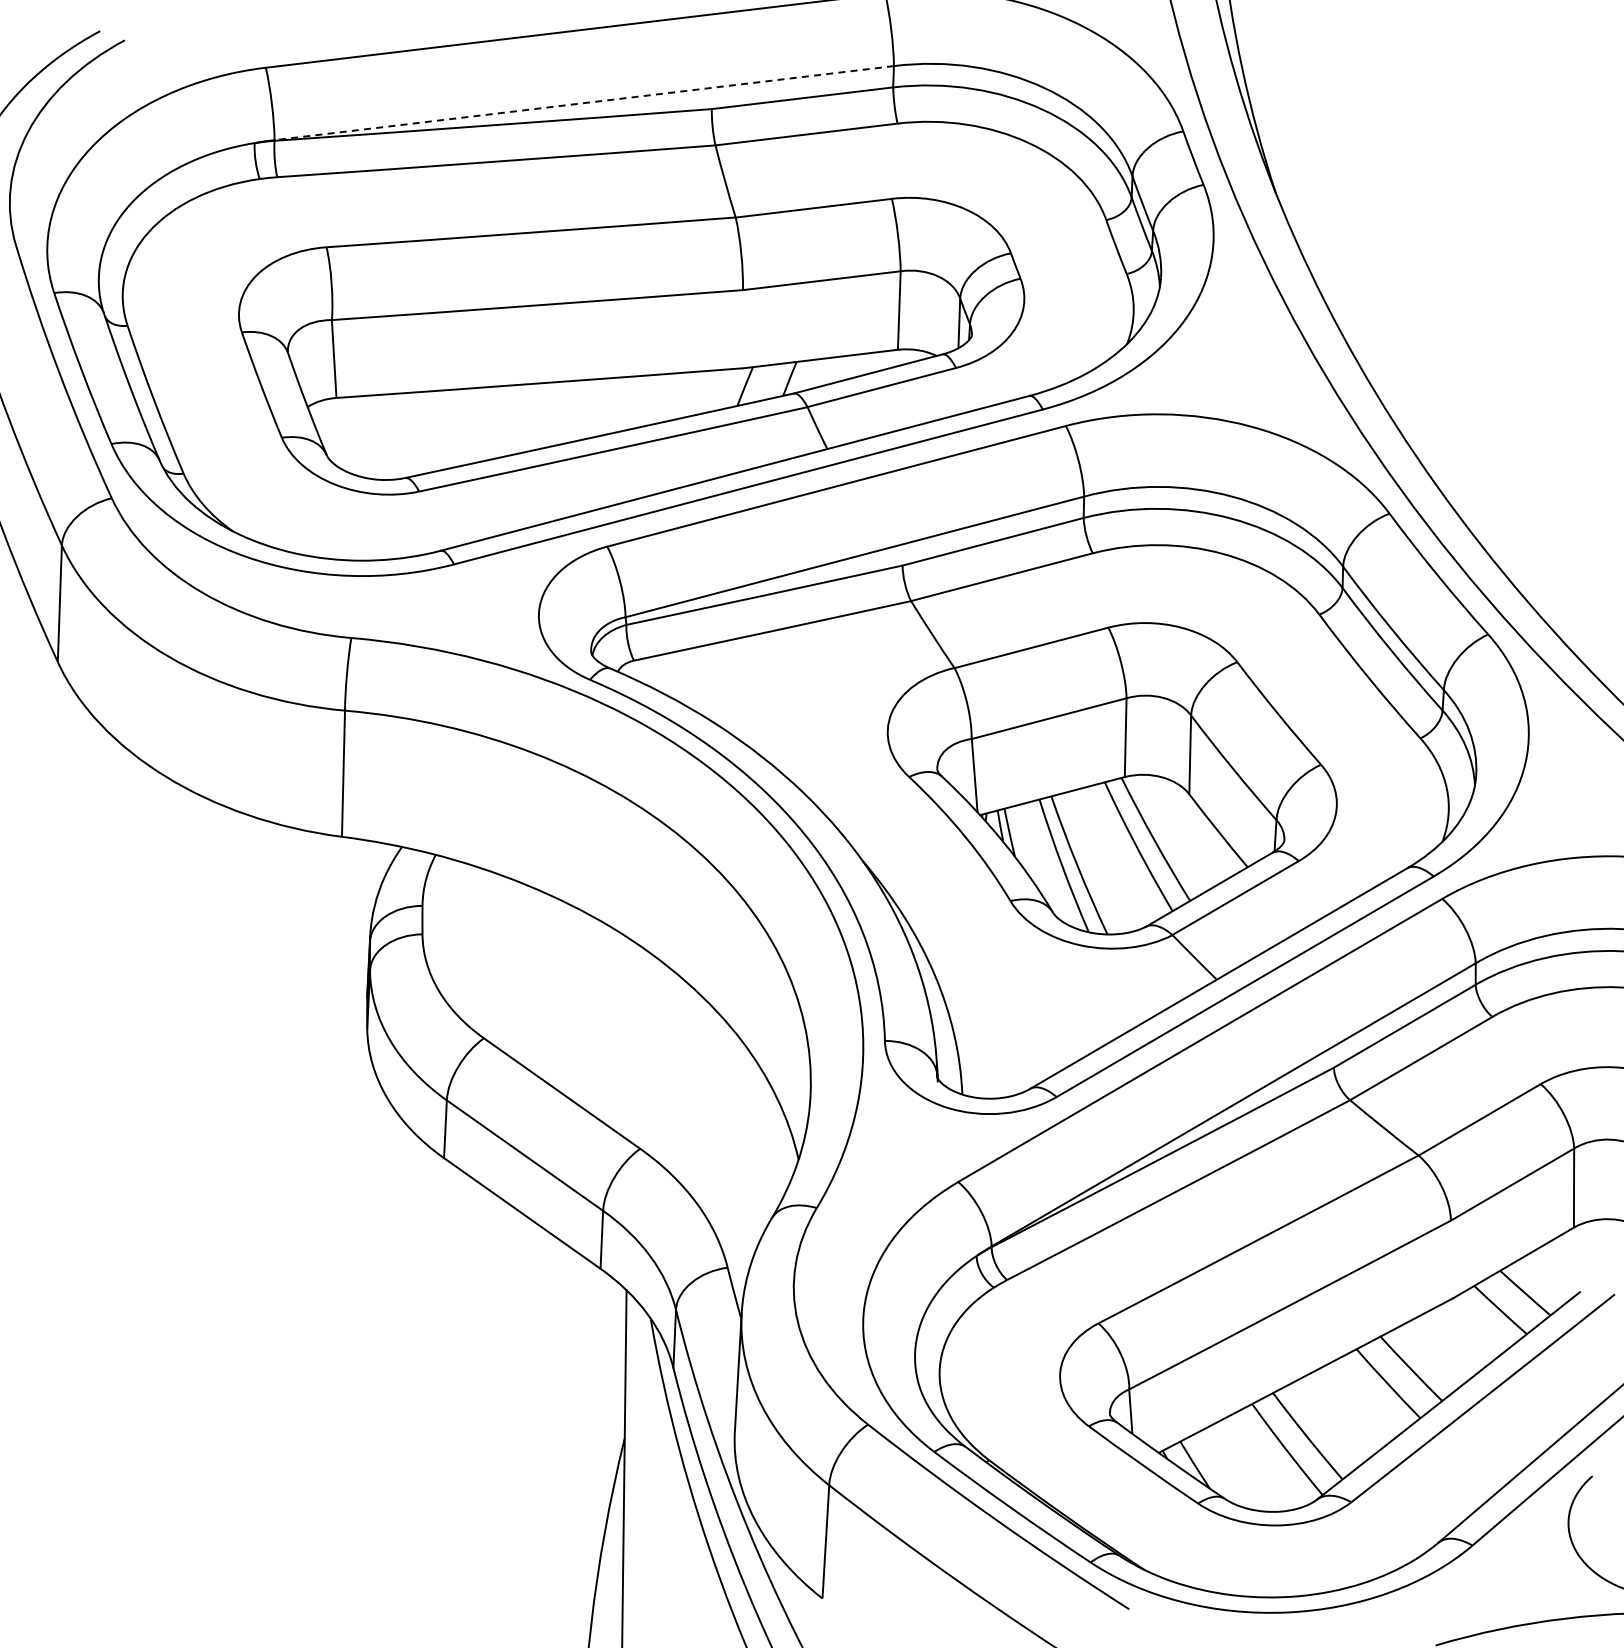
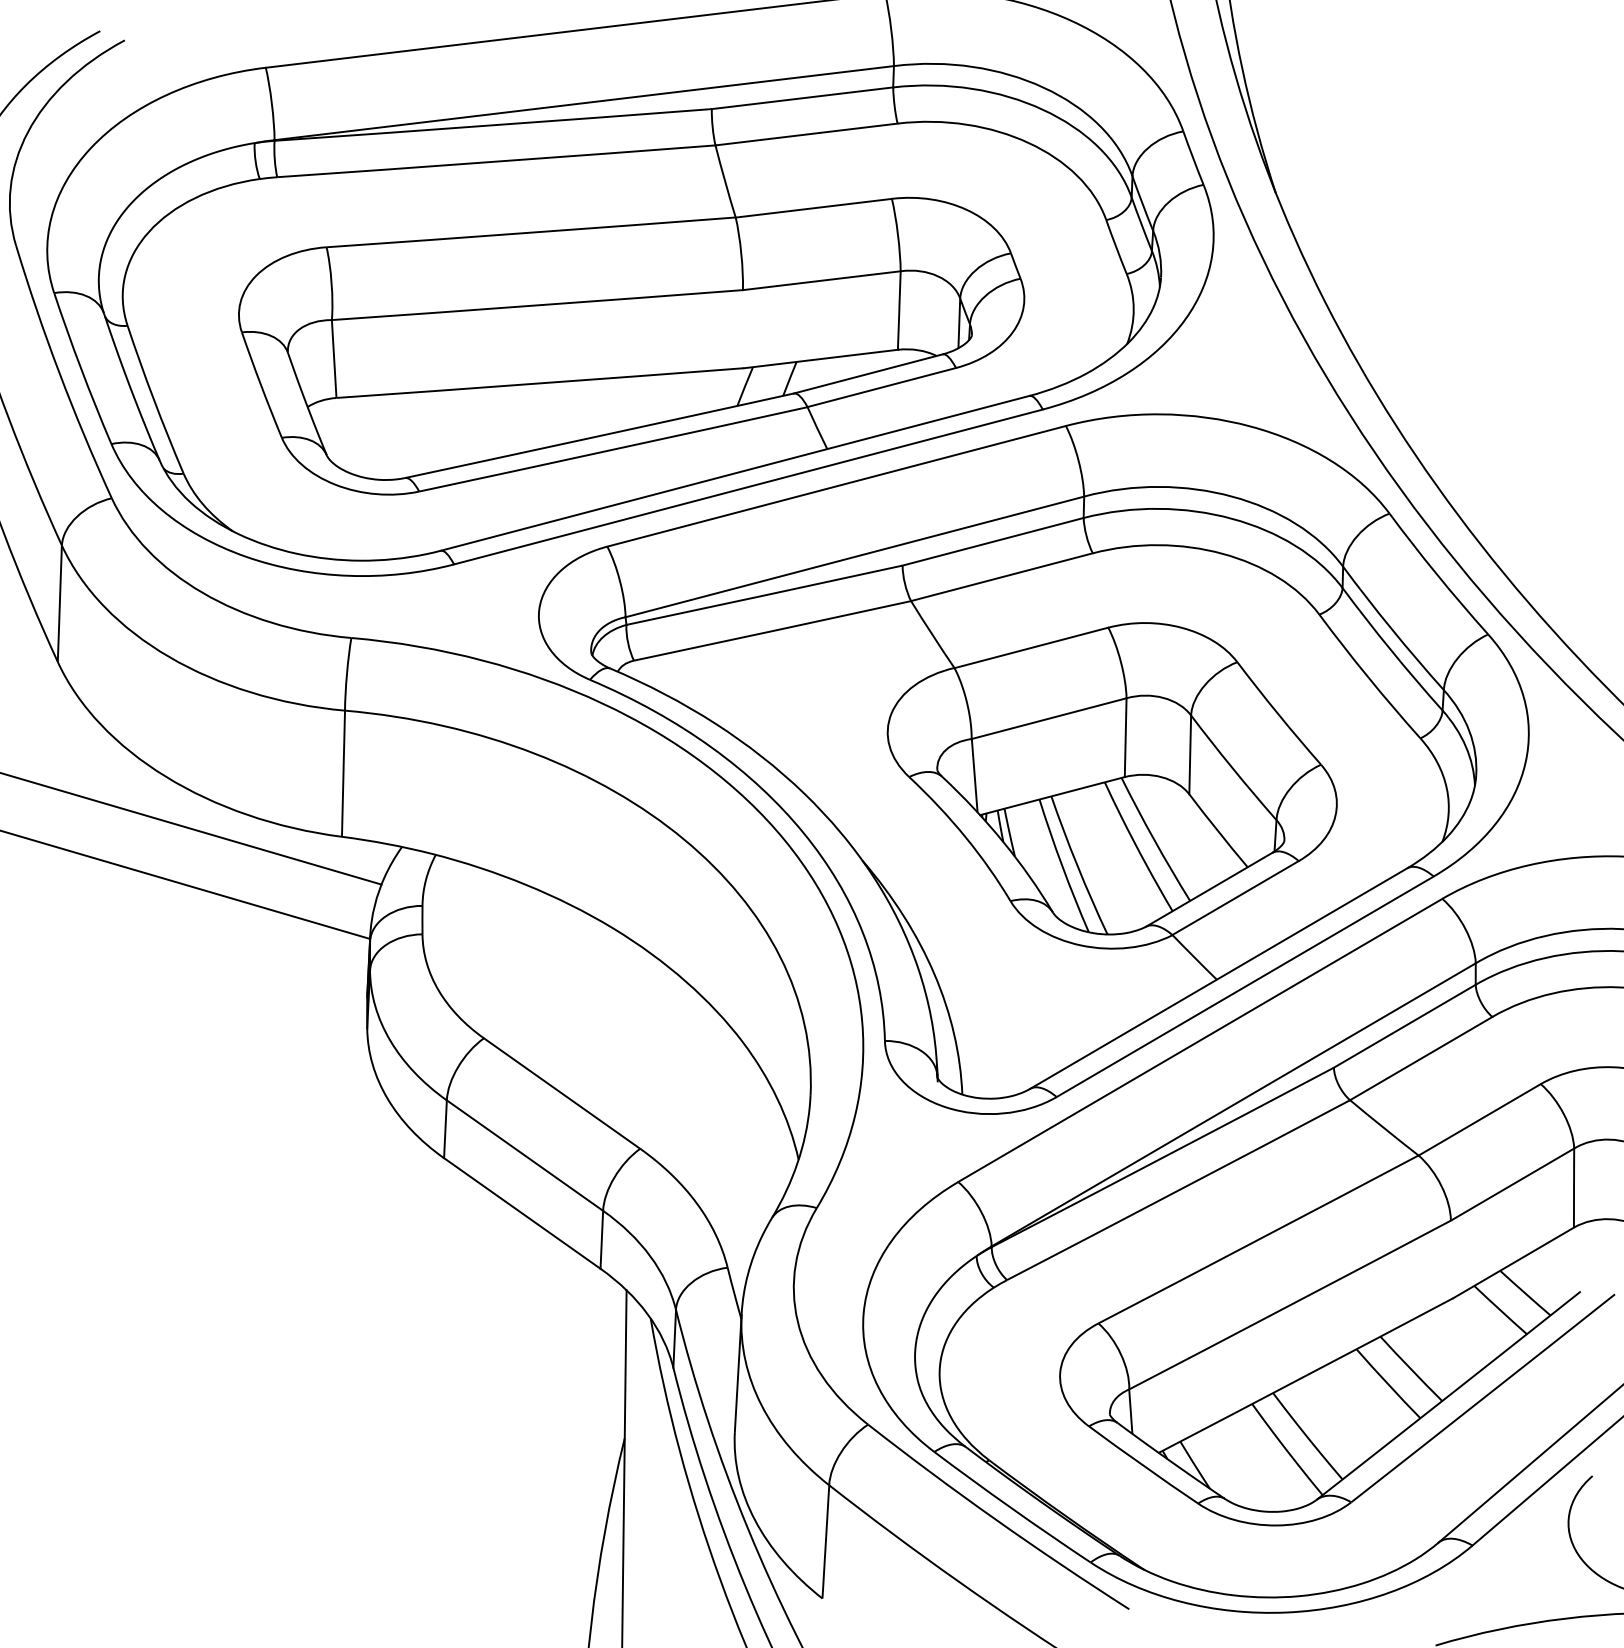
line at (584, 103): dashed -> solid
line at (191, 828): none -> present
line at (186, 884): none -> present
